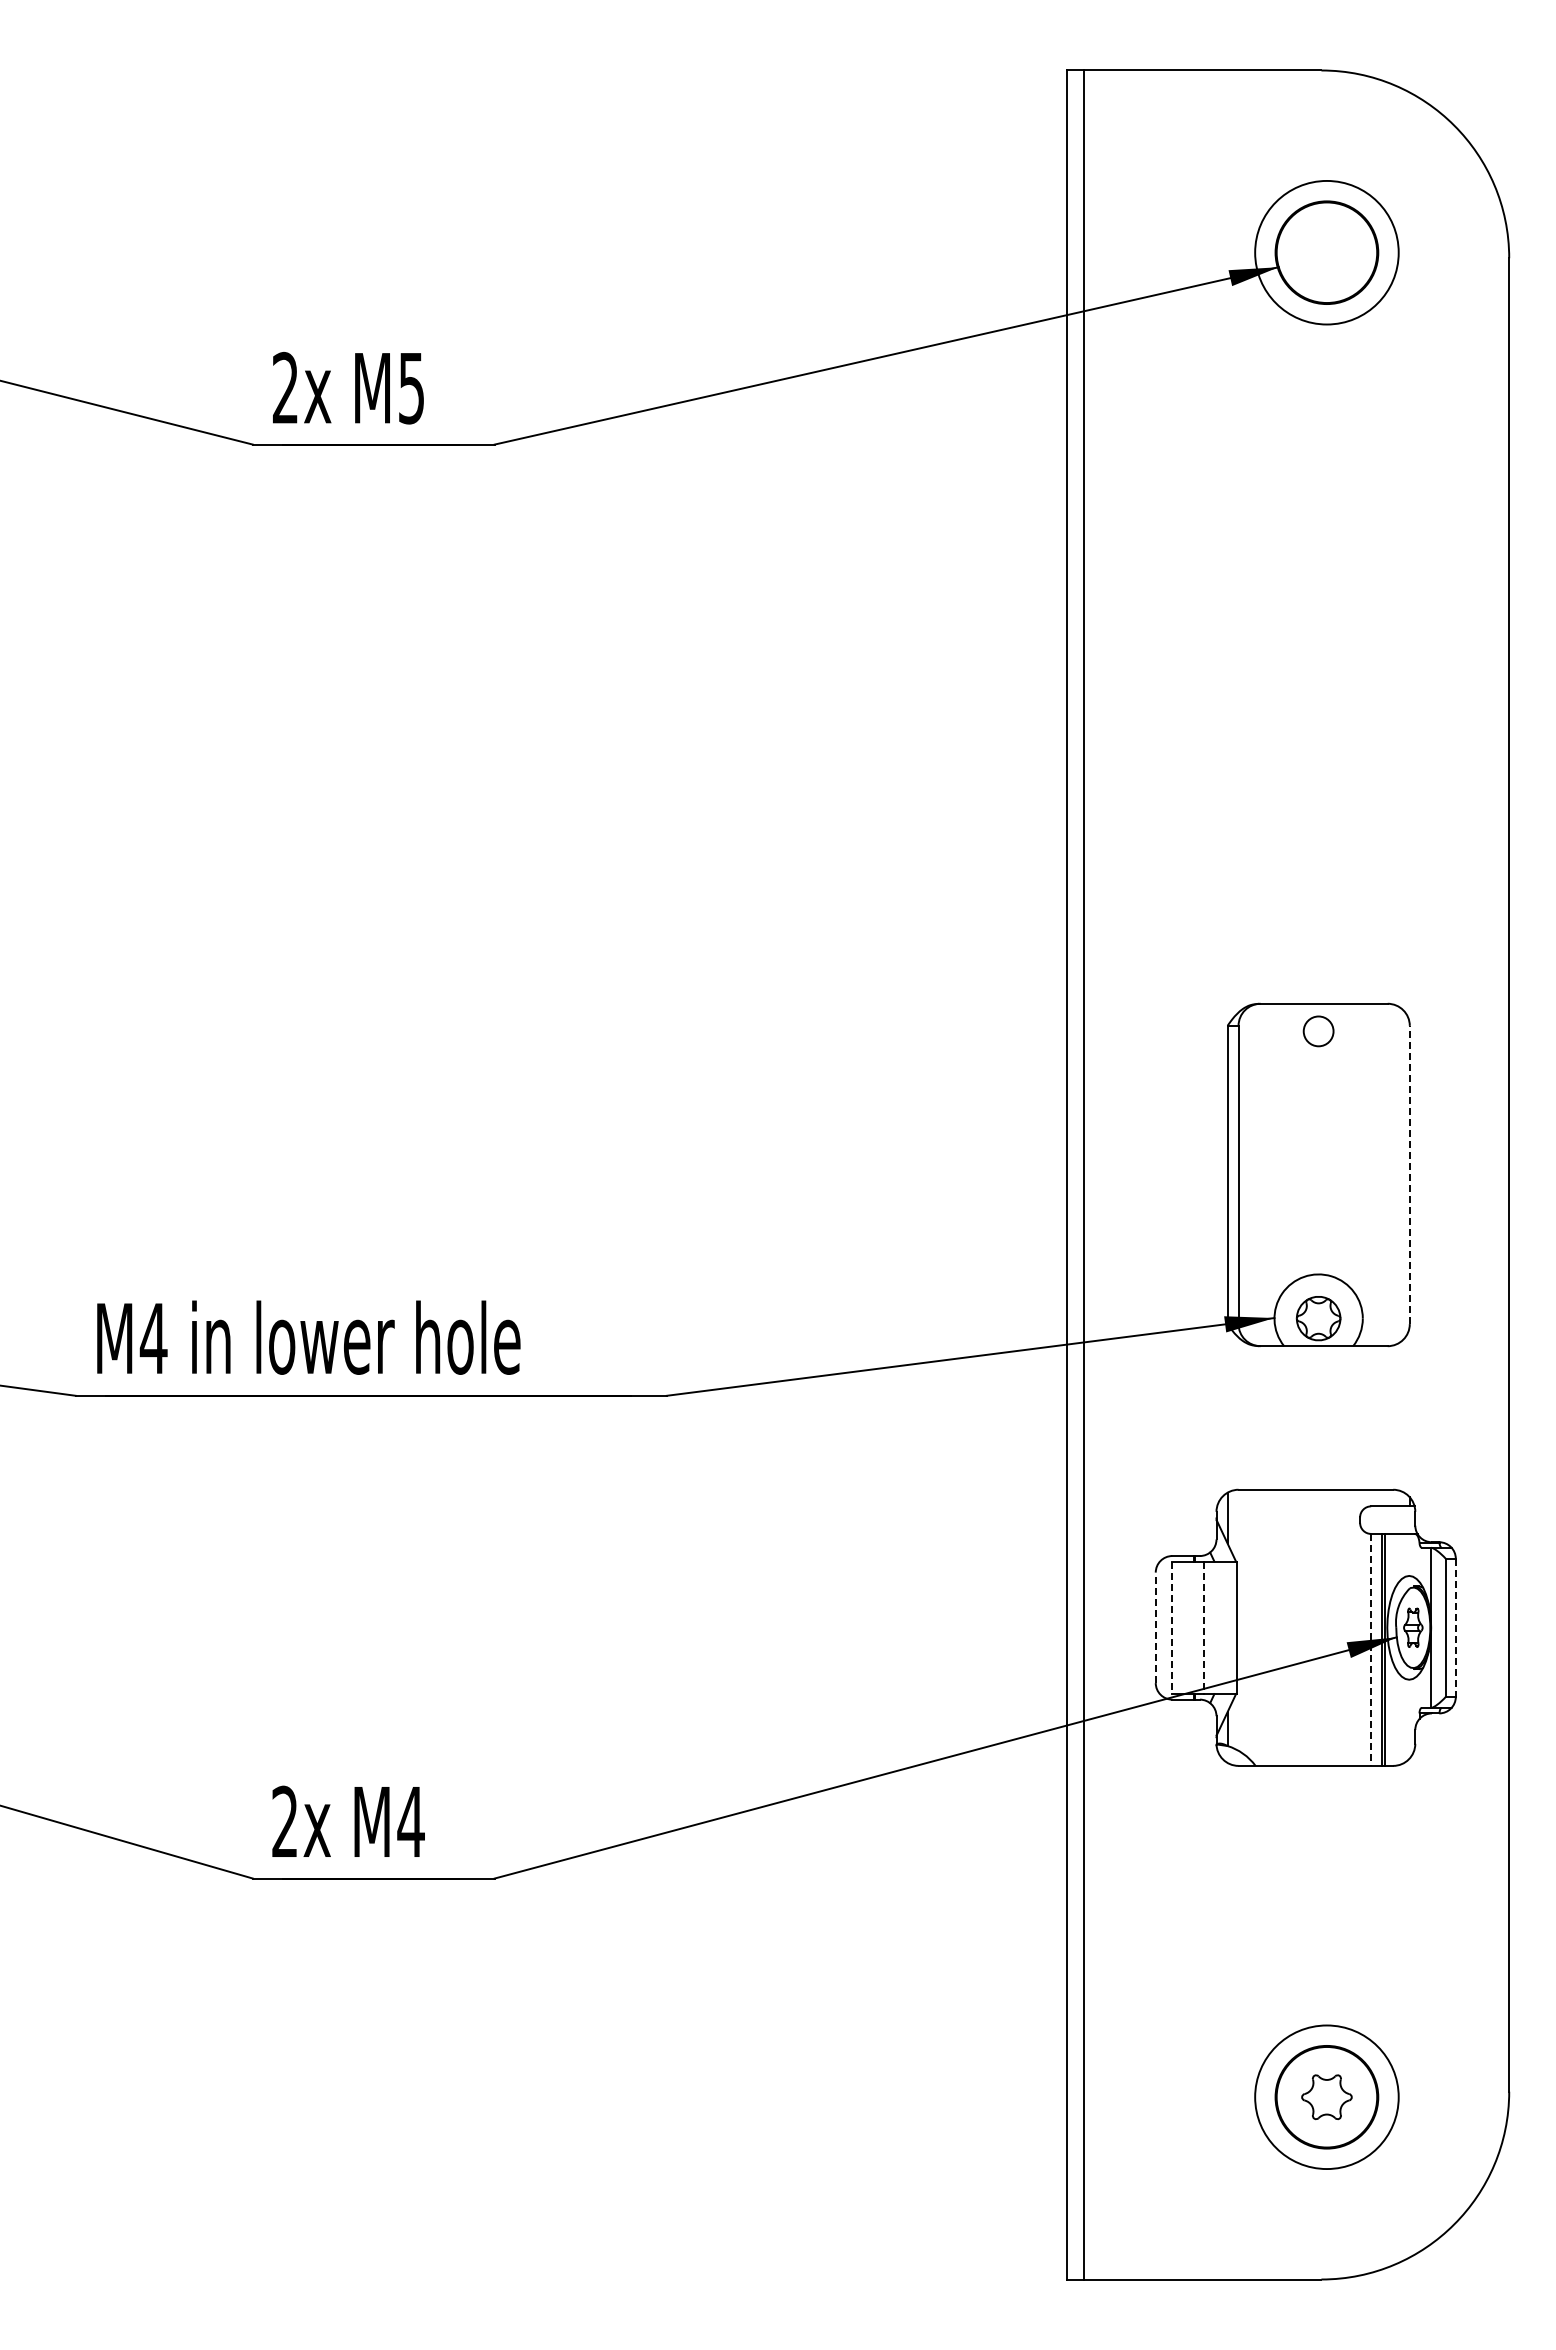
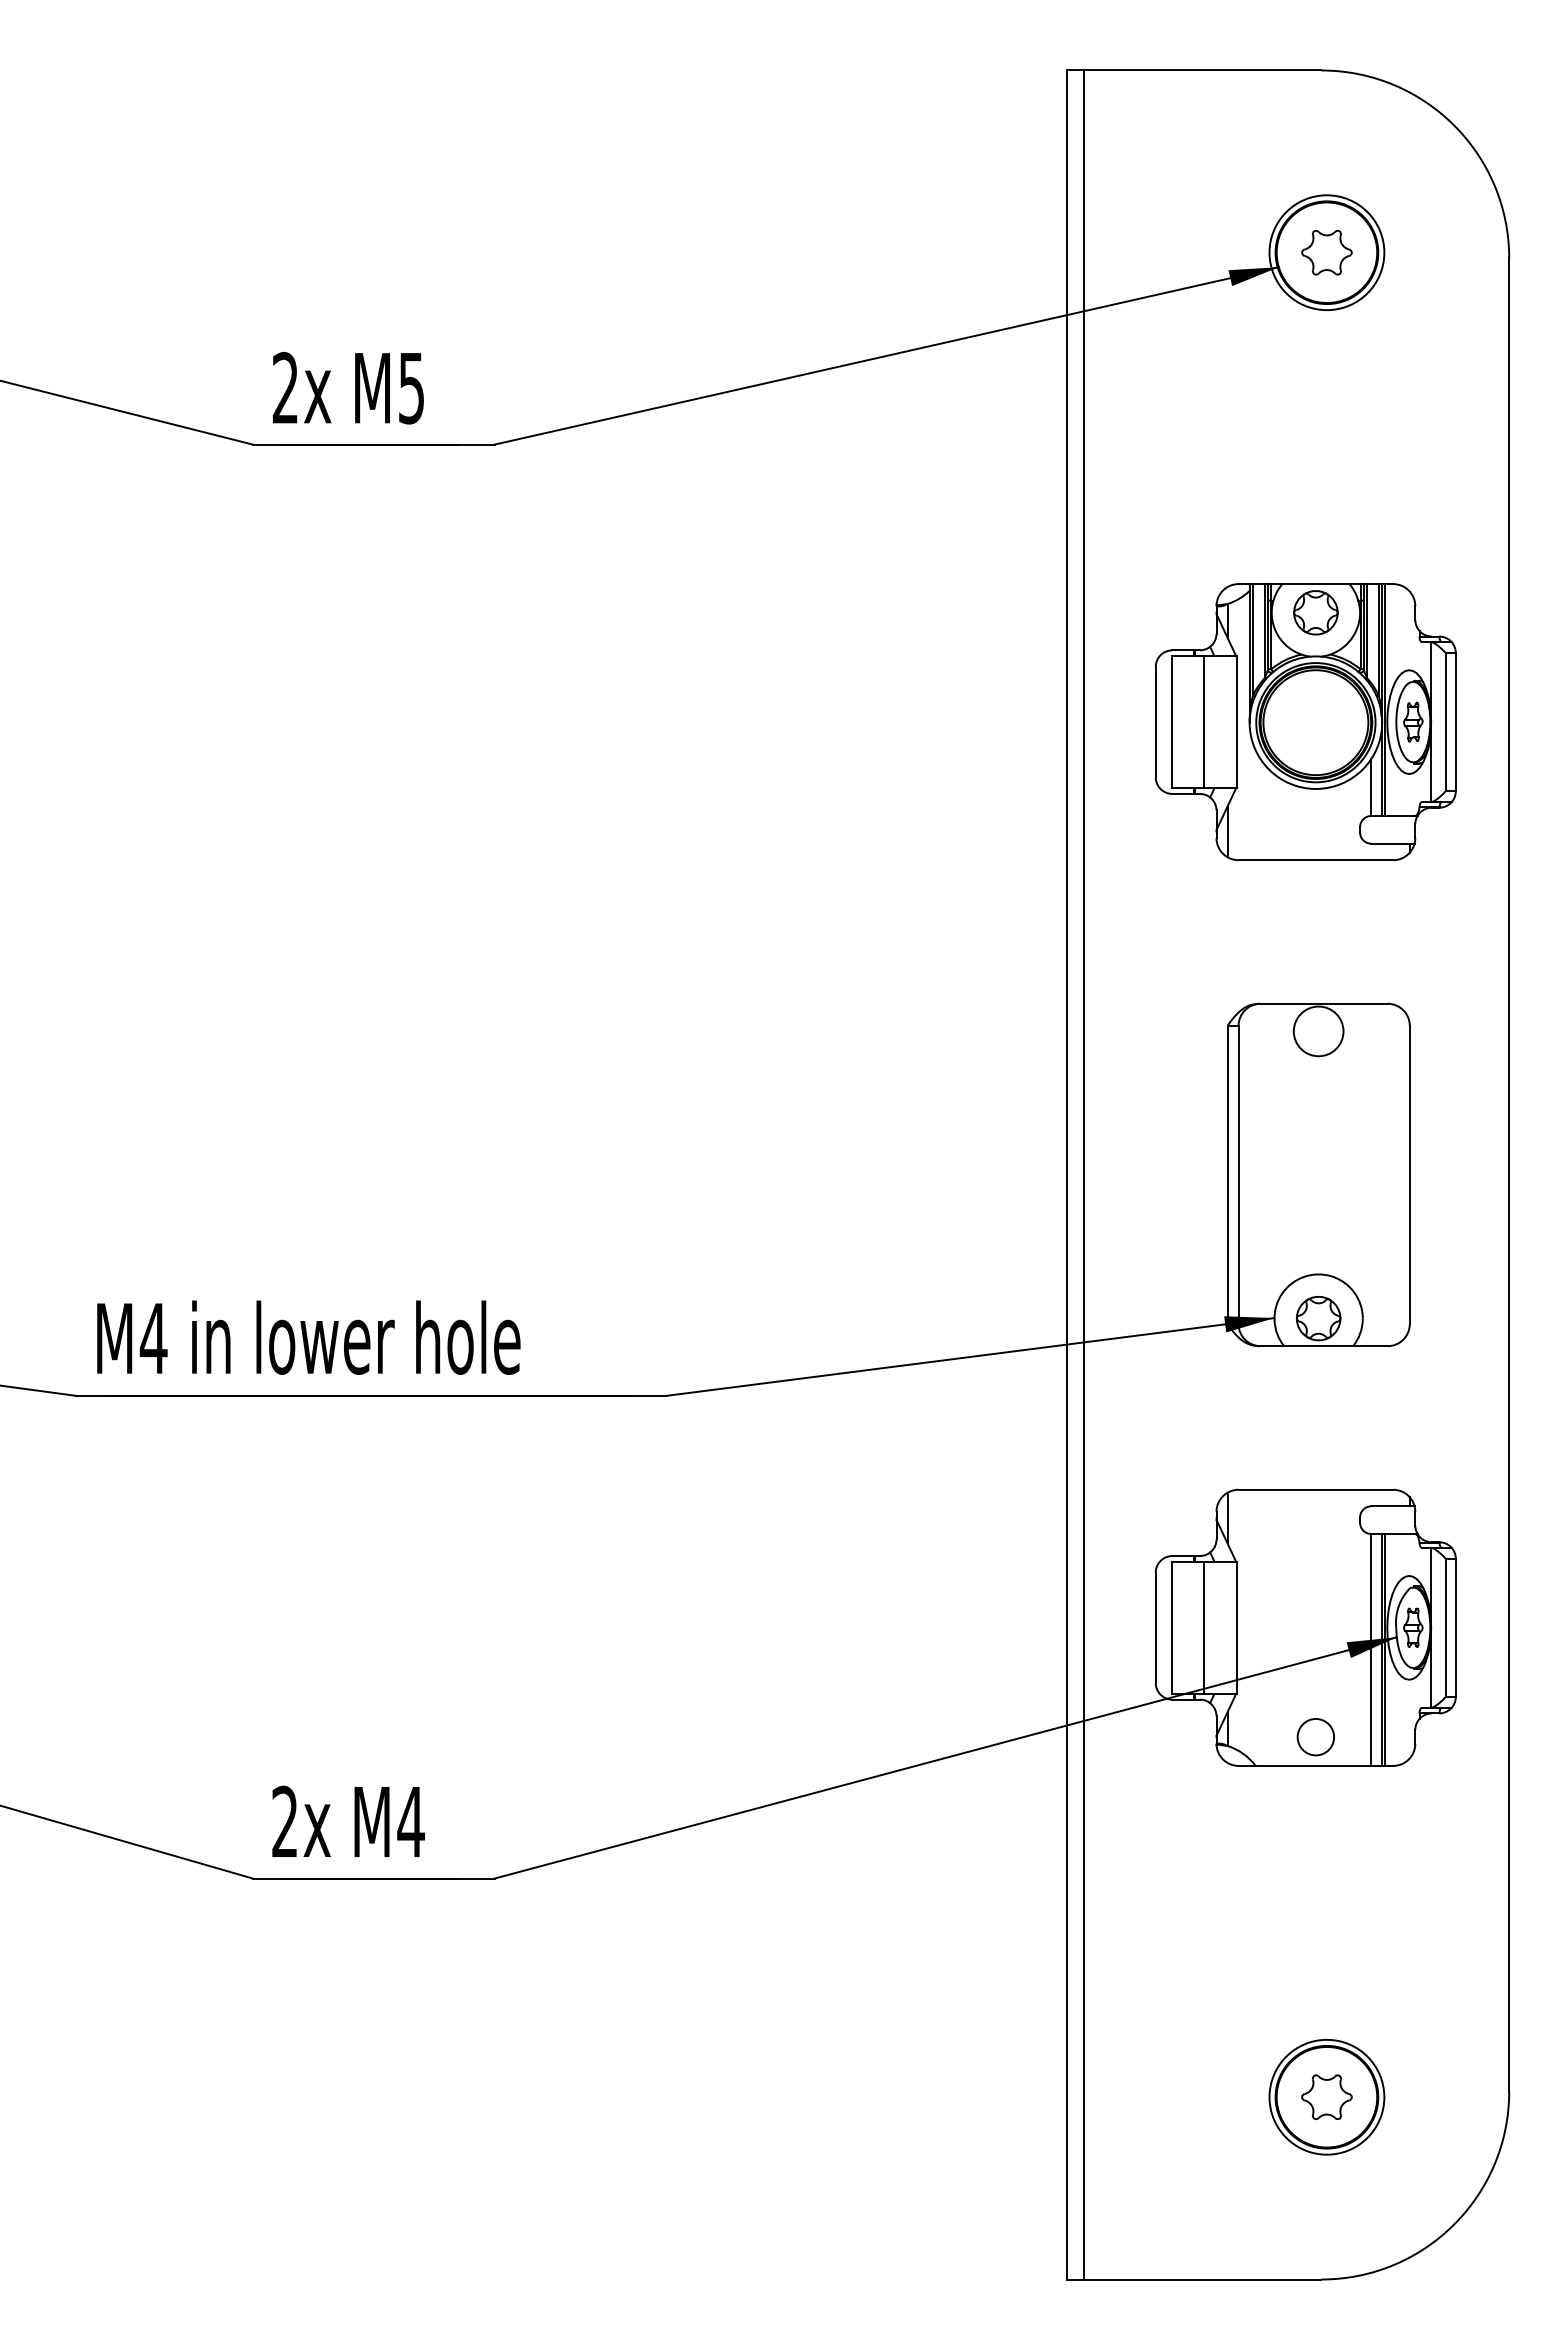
circle at (1326, 252) diameter: 144 px -> 115 px
part at (1326, 252): none -> present
part at (1305, 722): none -> present
circle at (1318, 1031) diameter: 30 px -> 50 px
line at (1409, 1174): dashed -> solid
line at (1155, 1627): dashed -> solid
line at (1172, 1628): dashed -> solid
line at (1204, 1628): dashed -> solid
line at (1455, 1628): dashed -> solid
line at (1371, 1649): dashed -> solid
circle at (1315, 1737): none -> present
circle at (1326, 2097) diameter: 144 px -> 115 px
